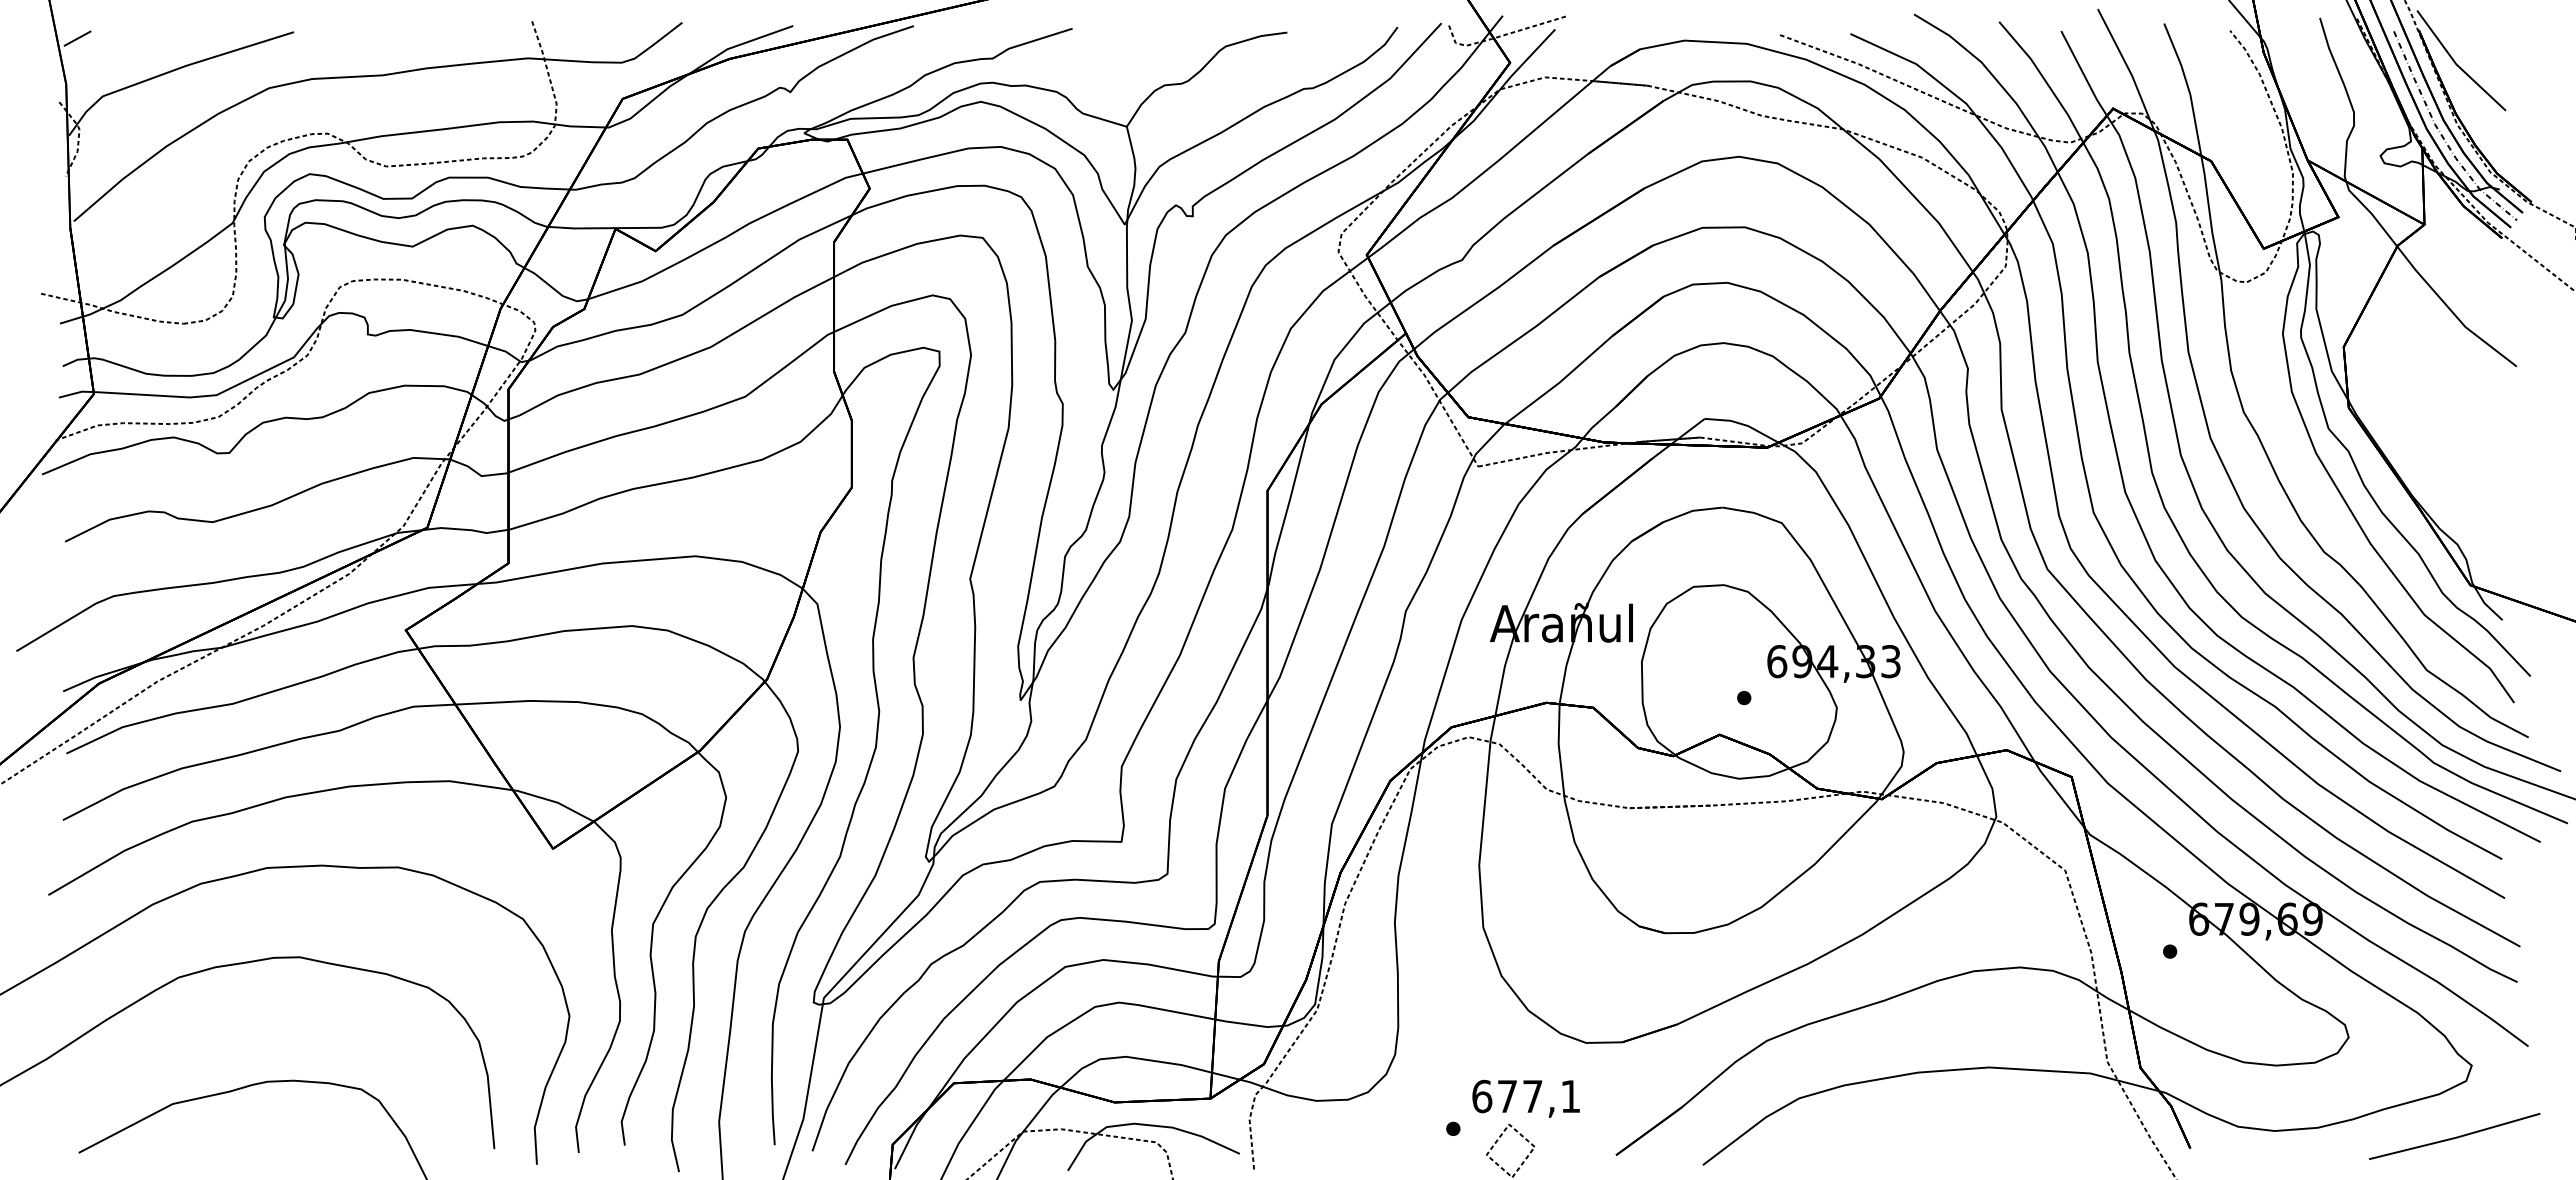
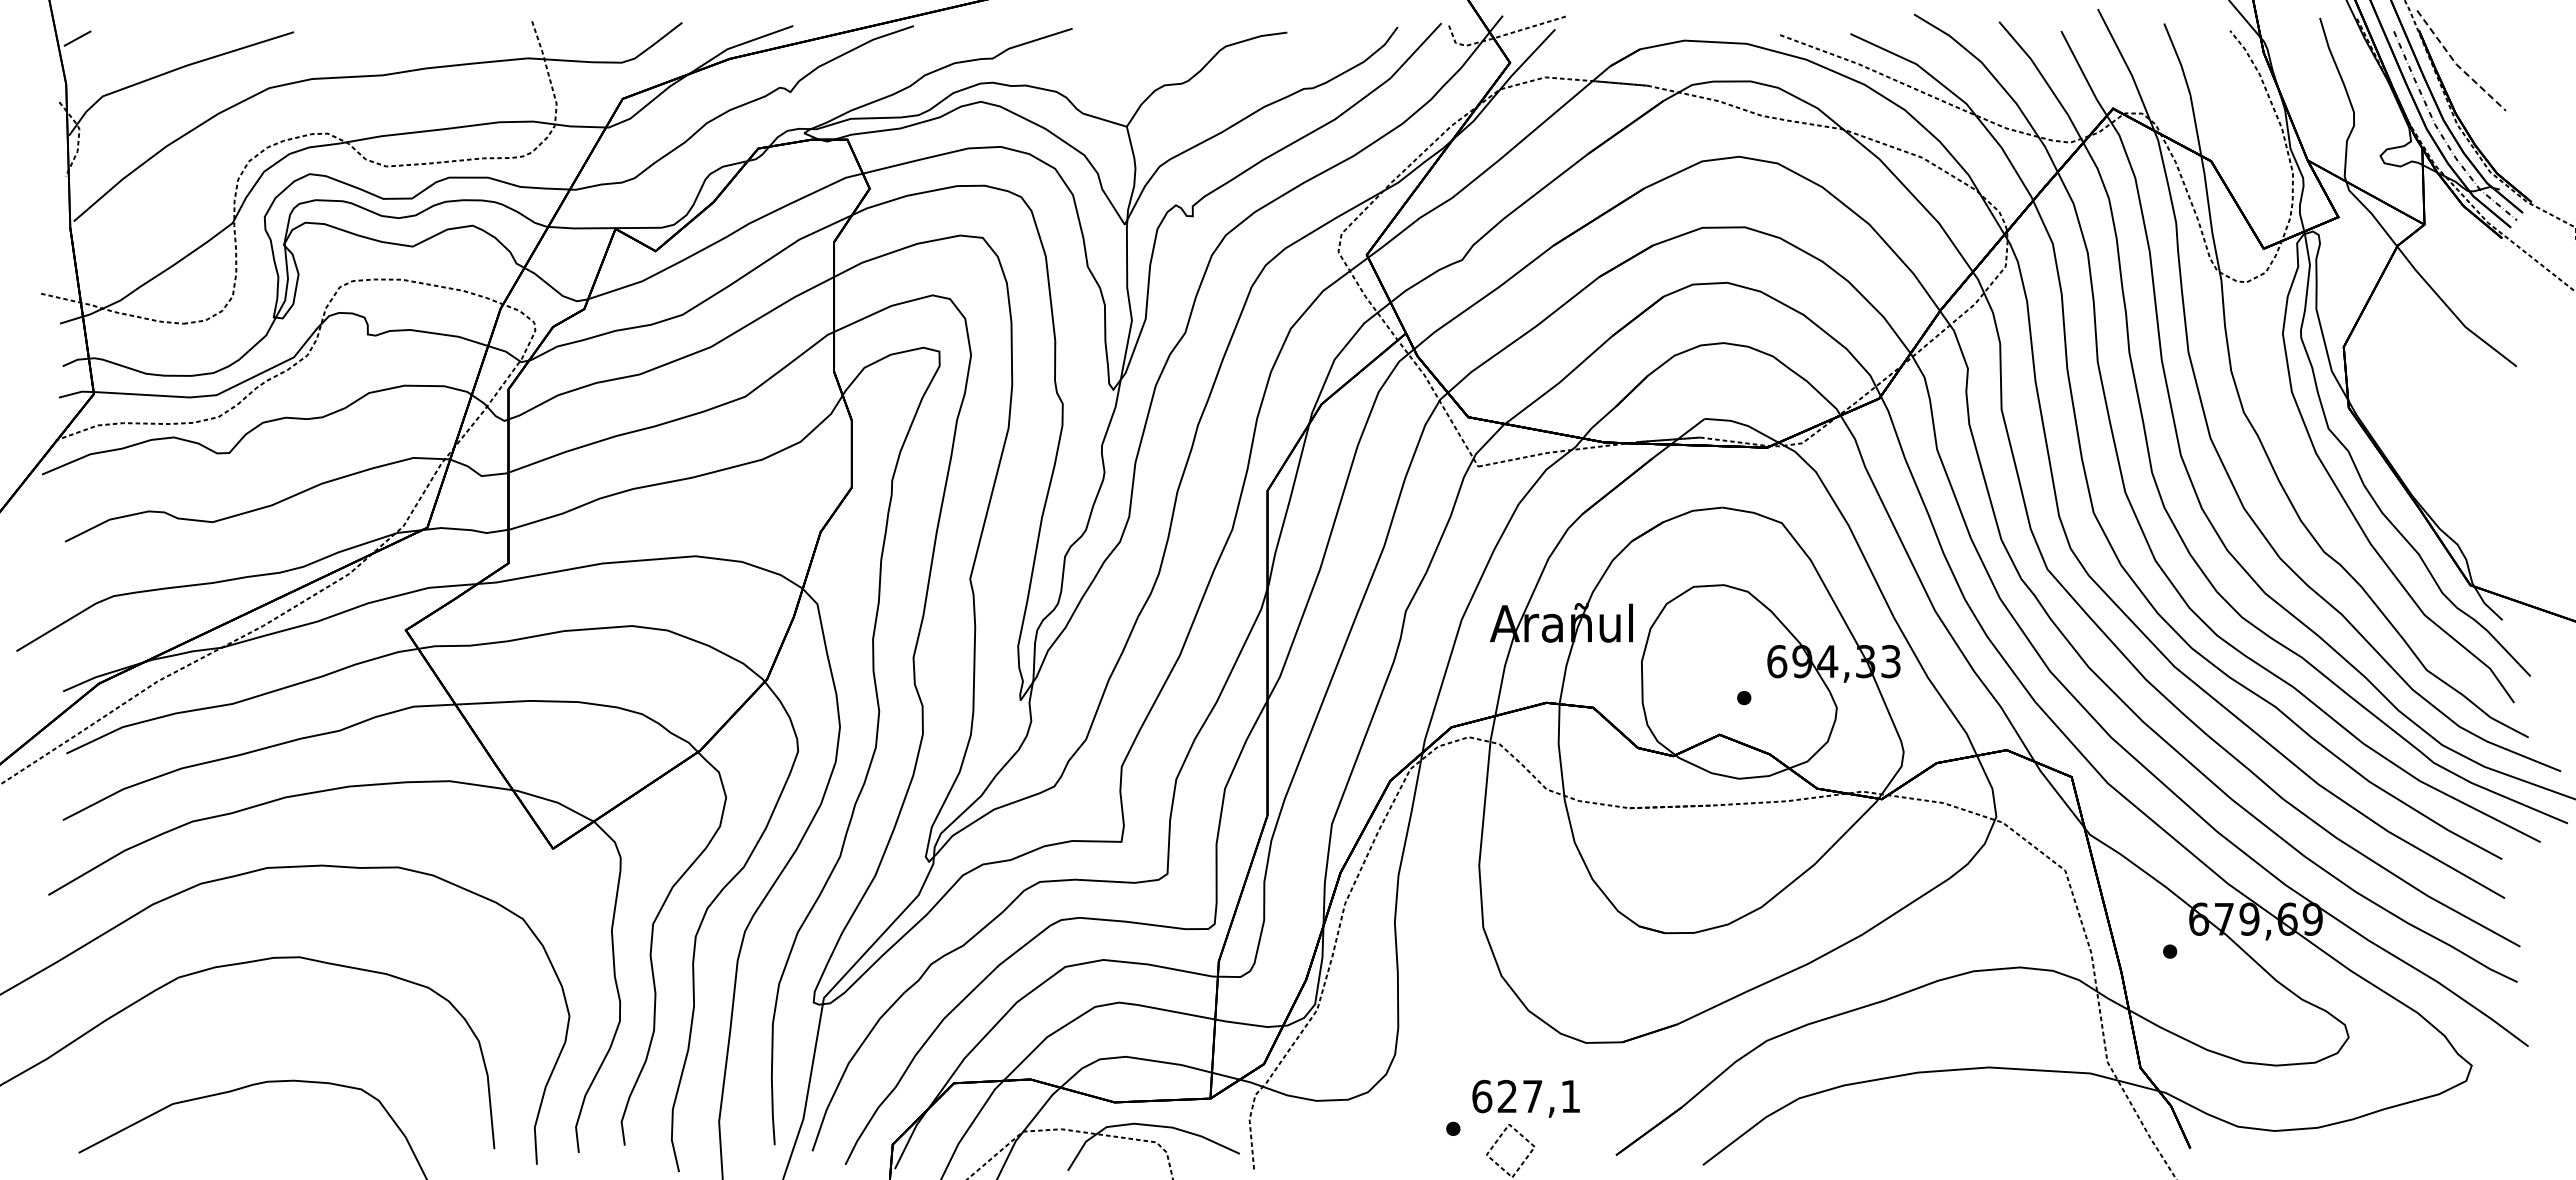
line at (2456, 64): solid -> dashed
text at (1506, 1095): 677,1 -> 627,1
line at (2454, 1137): present -> none
